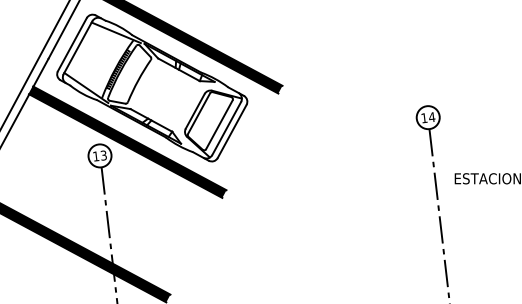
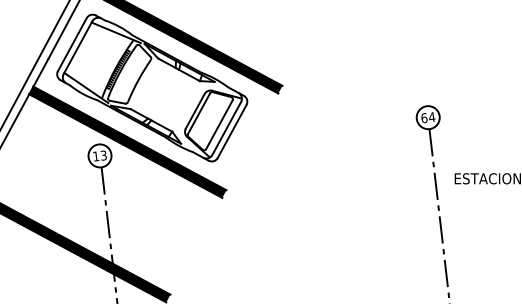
text at (424, 118): 14 -> 64
